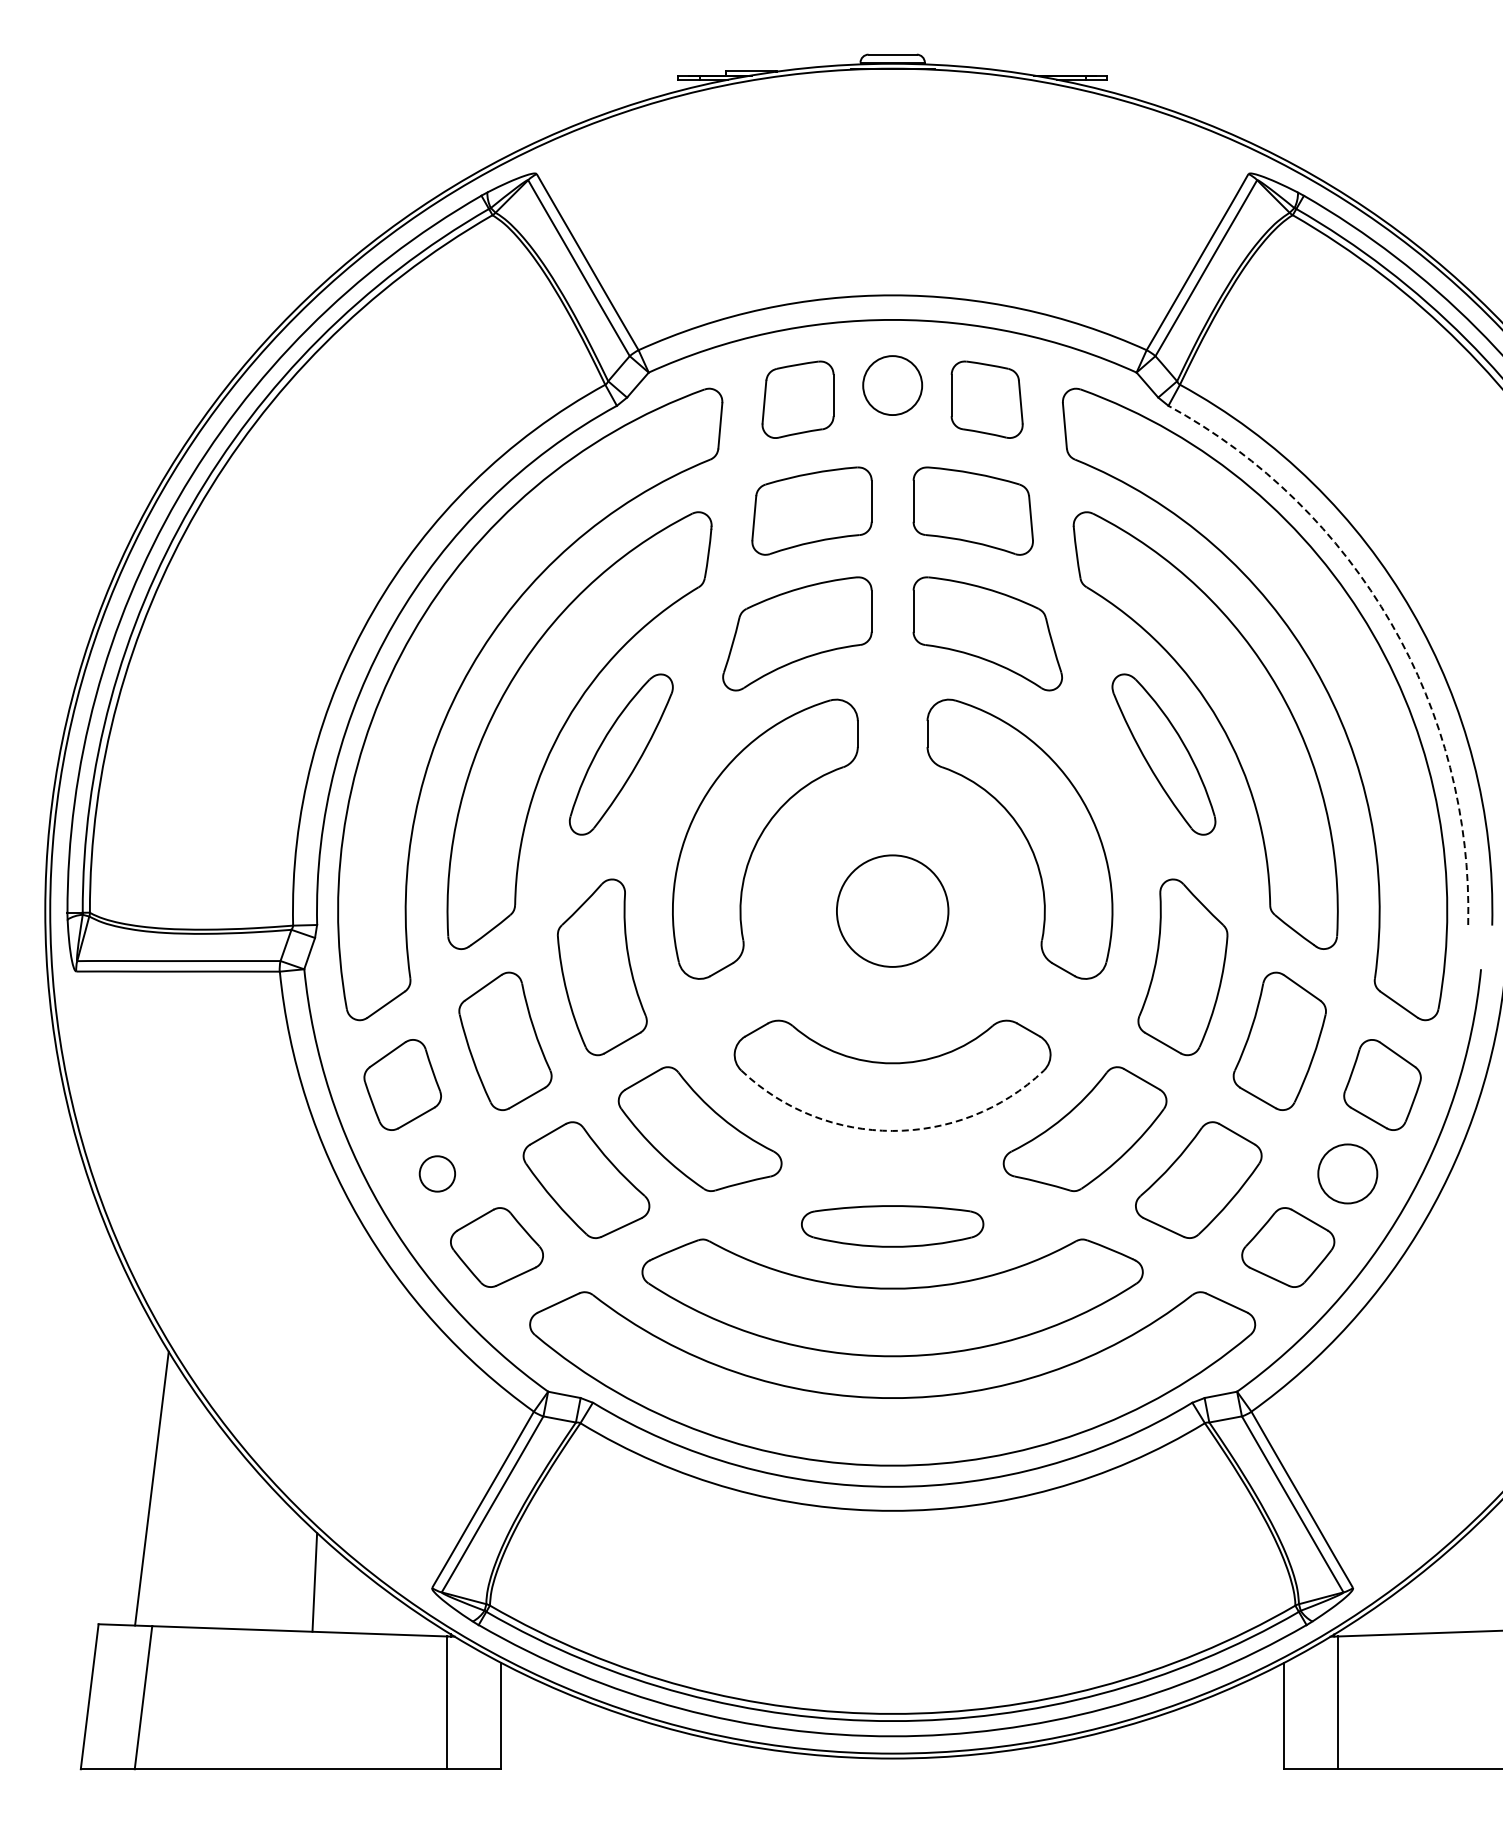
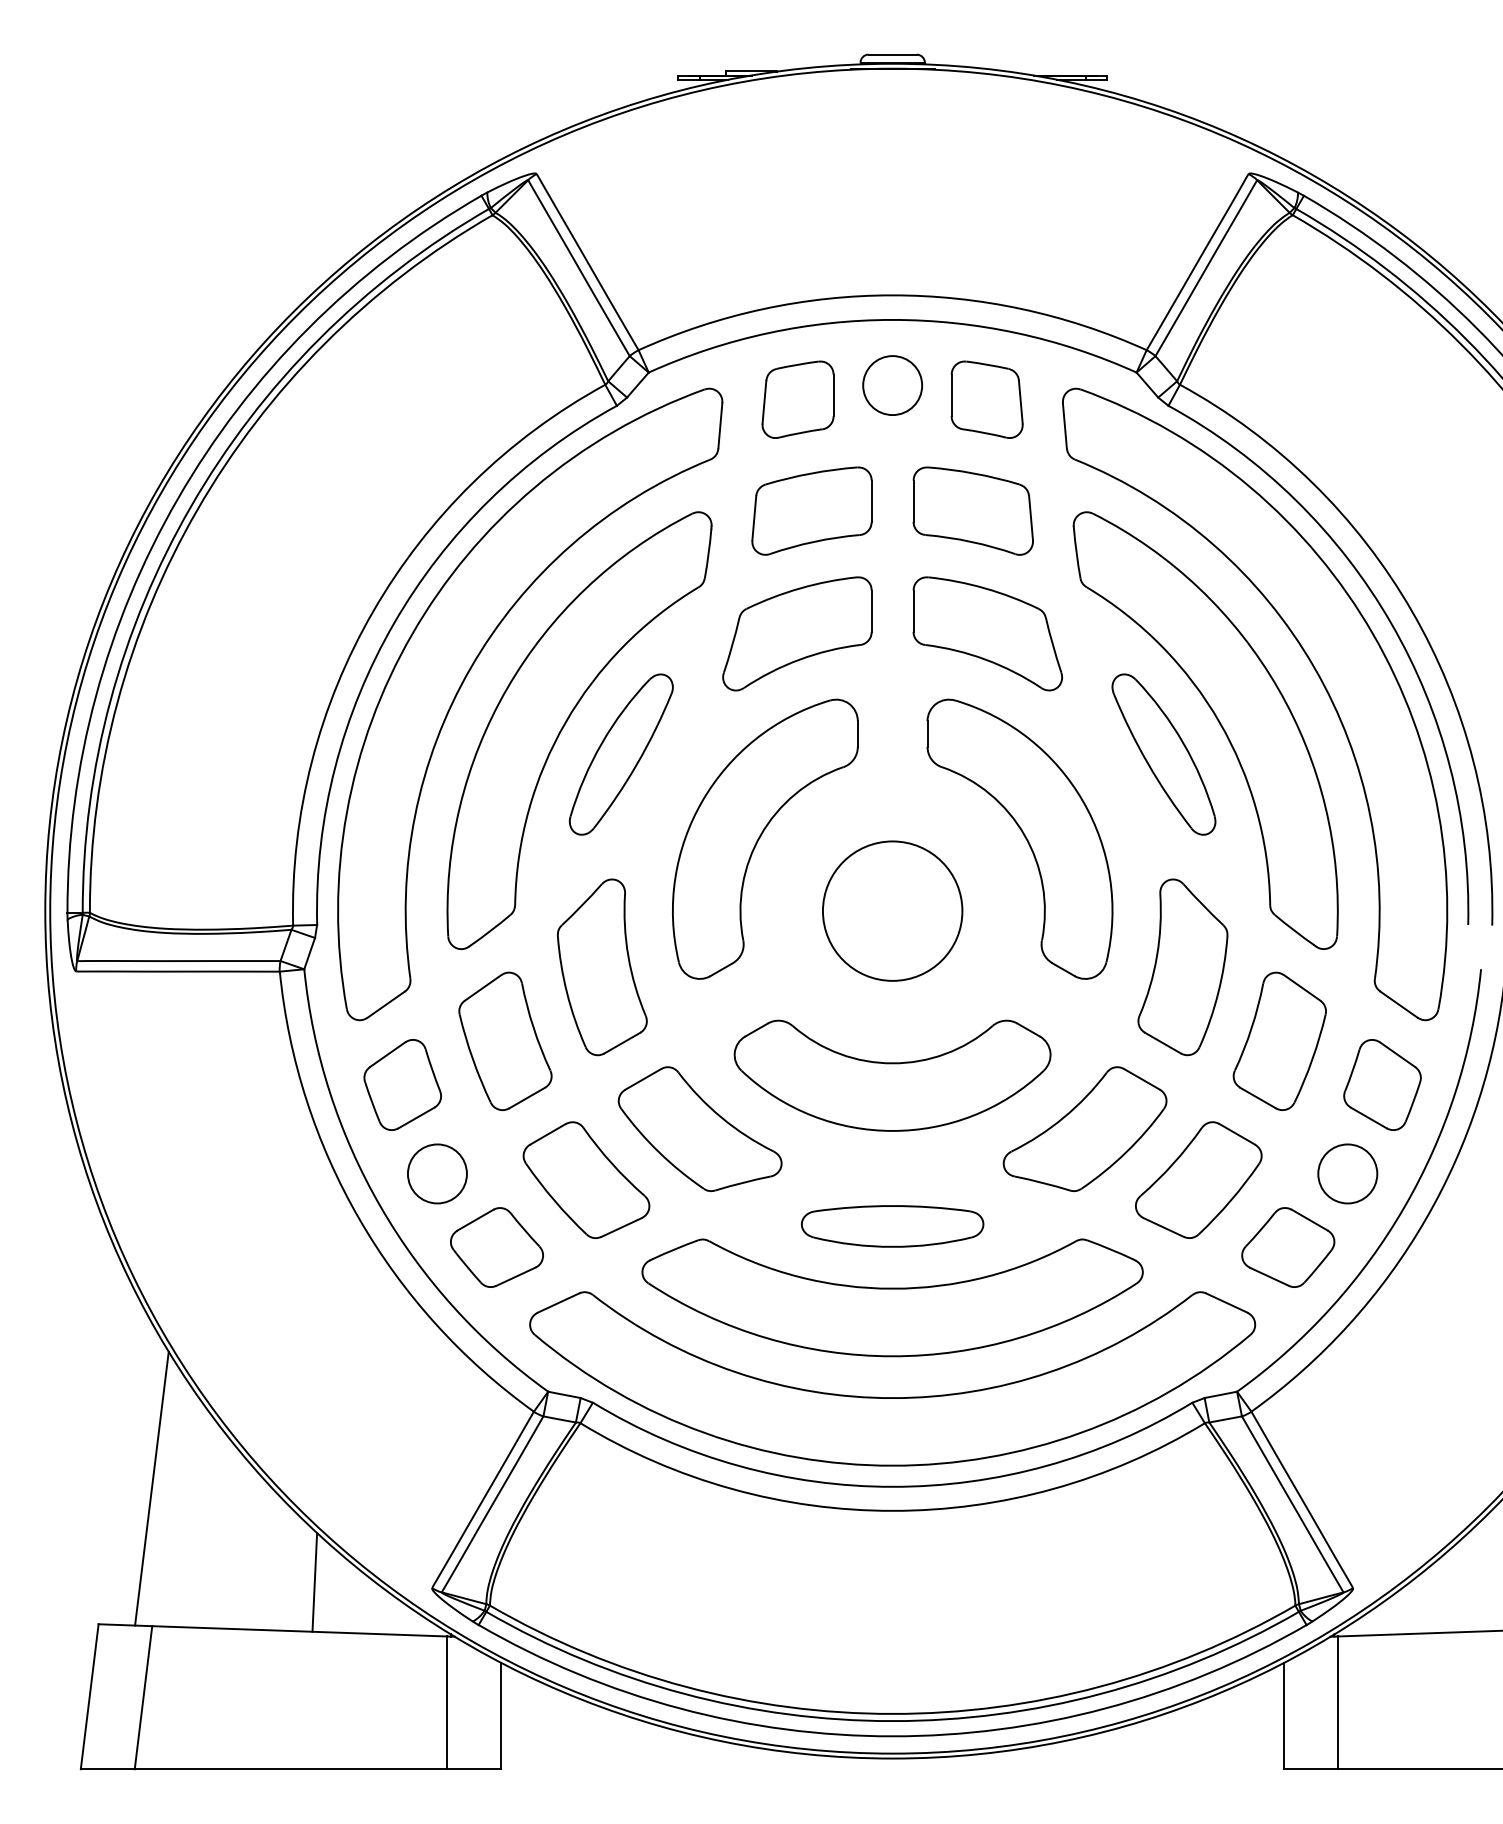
arc at (1391, 623): dashed -> solid
circle at (892, 910) diameter: 112 px -> 139 px
arc at (892, 1130): dashed -> solid
circle at (437, 1173) diameter: 35 px -> 59 px
